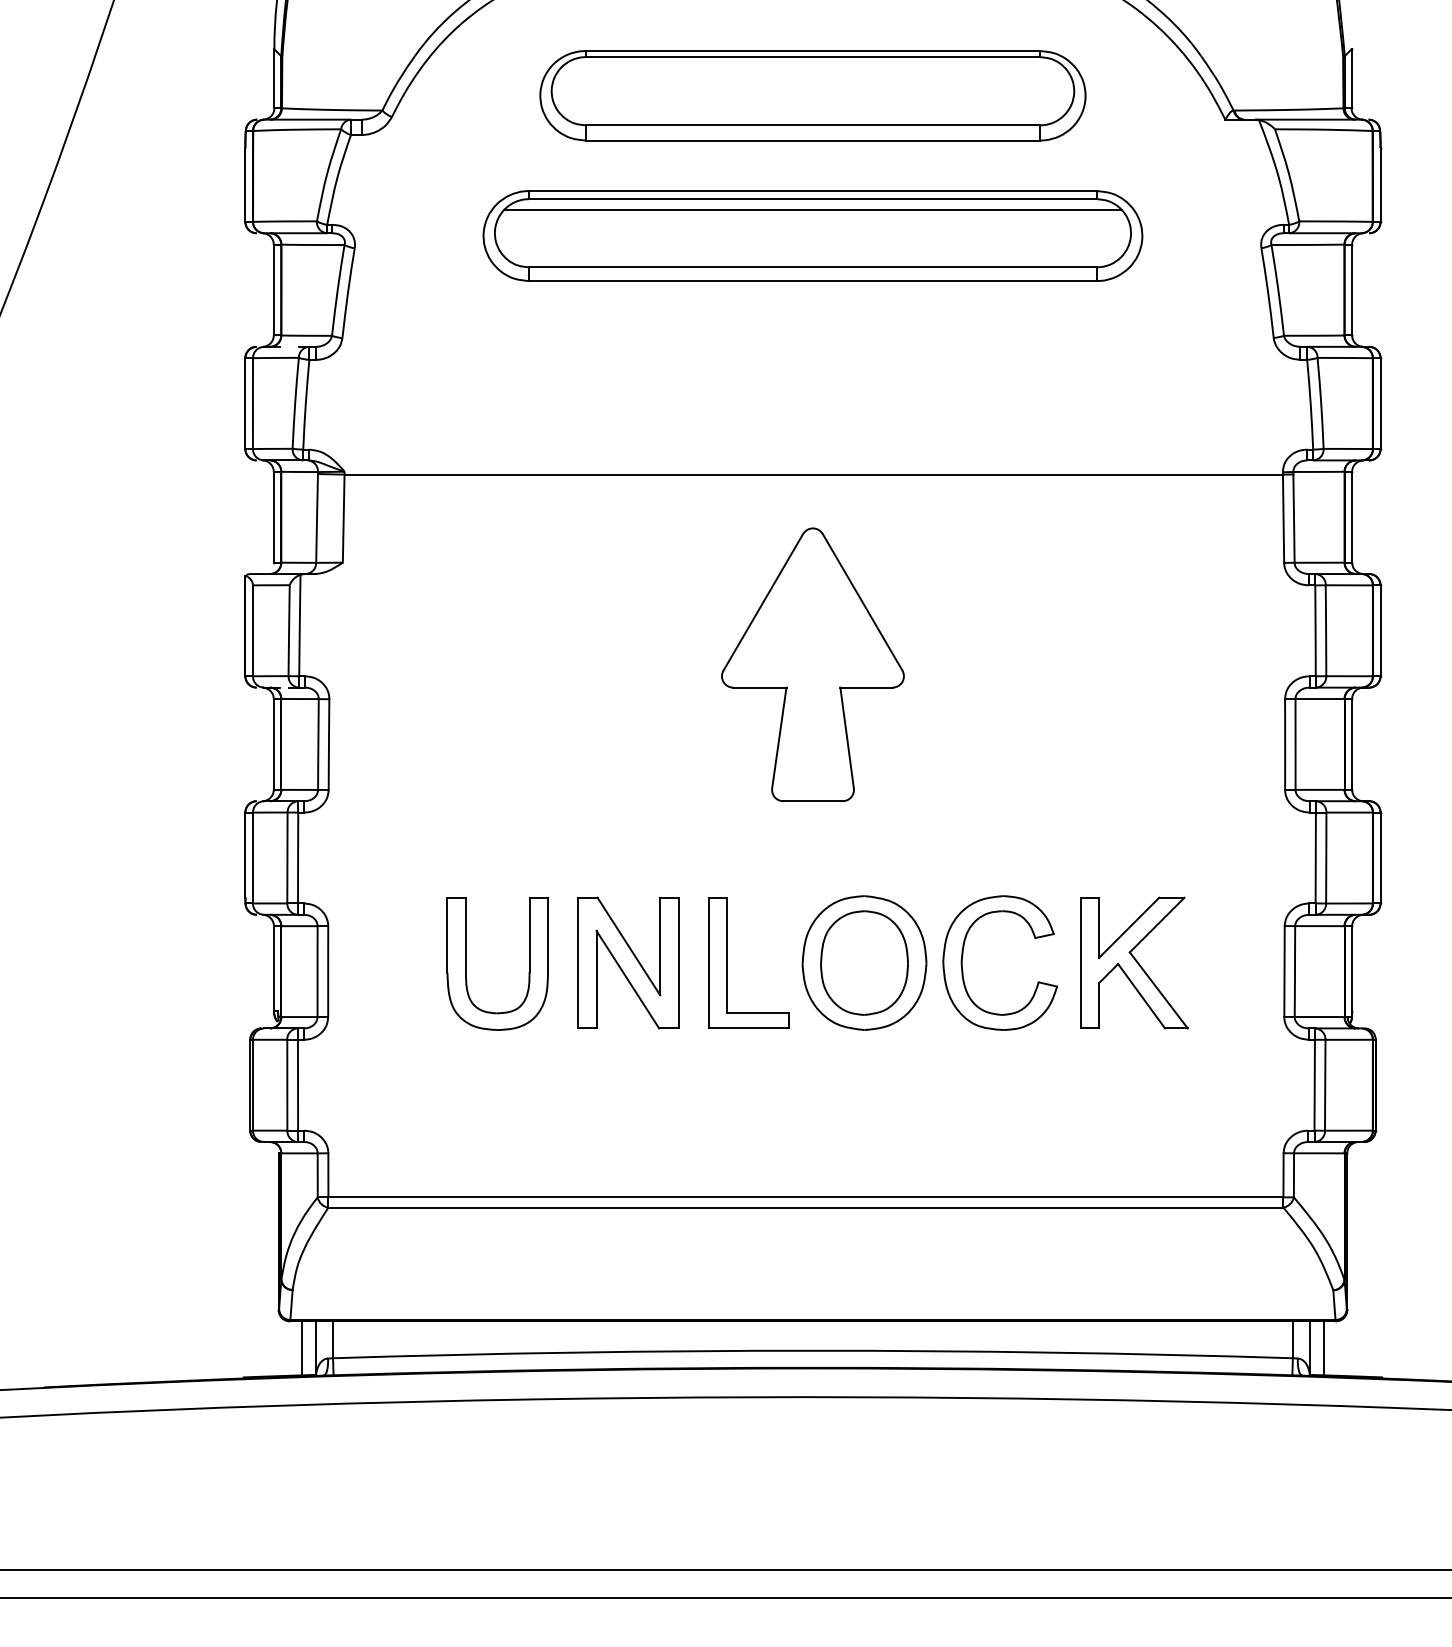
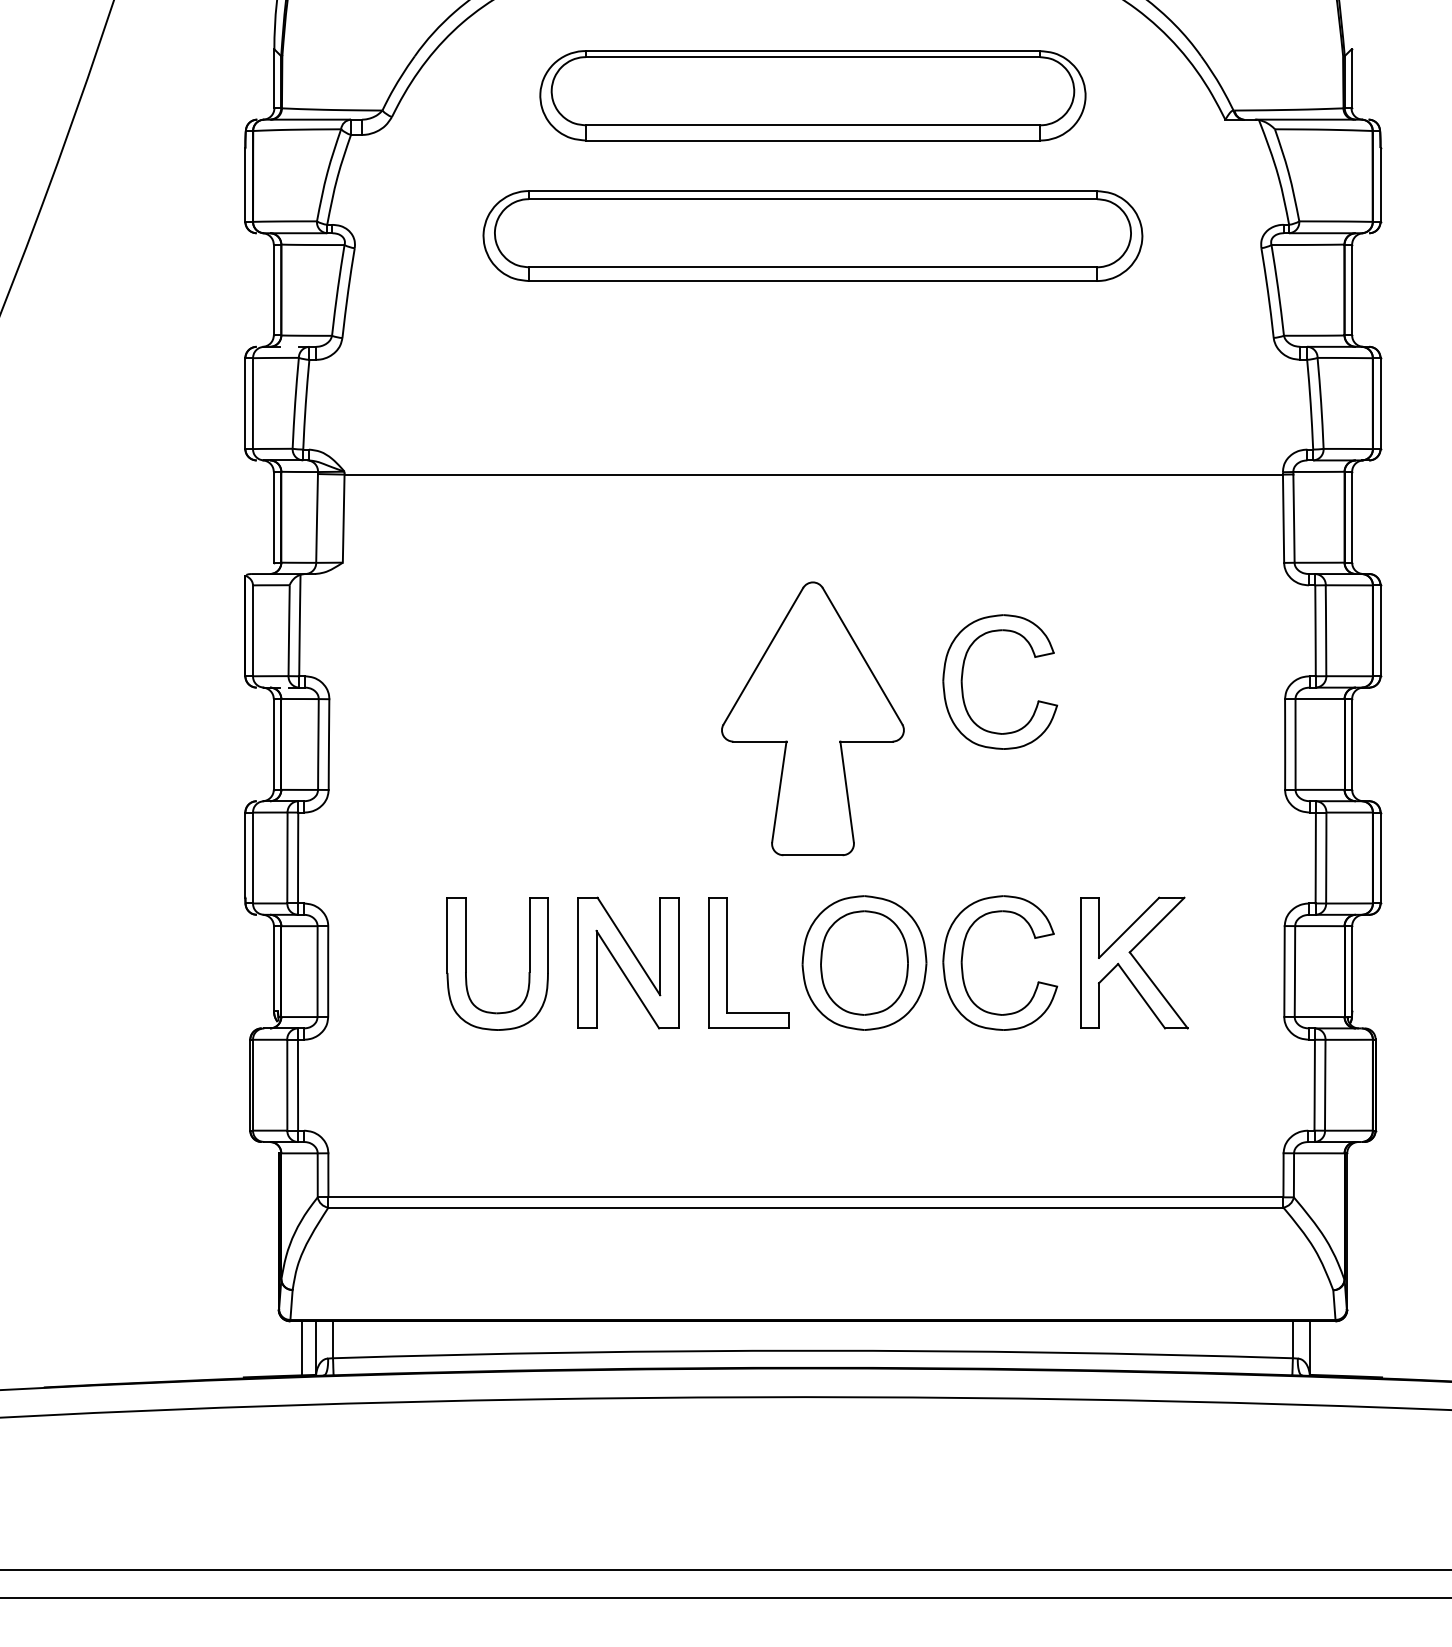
line at (812, 210): present -> none
part at (812, 664) position: (812, 664) -> (812, 718)
part at (963, 674): none -> present
line at (1324, 1348): present -> none
